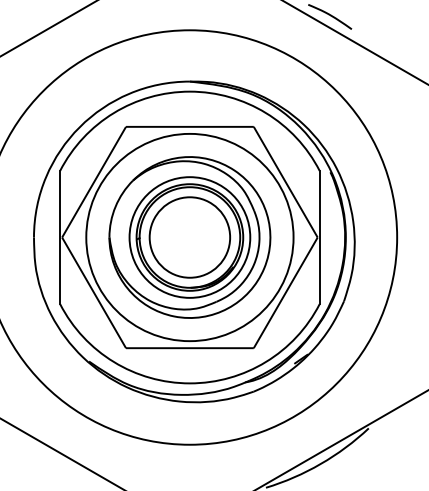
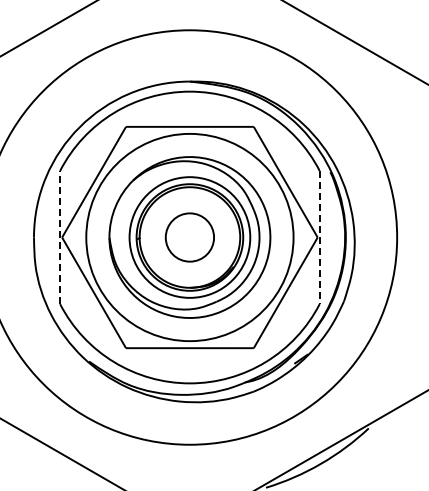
curve at (330, 16): present -> none
line at (60, 237): solid -> dashed
circle at (189, 237) diameter: 80 px -> 48 px
line at (319, 237): solid -> dashed
